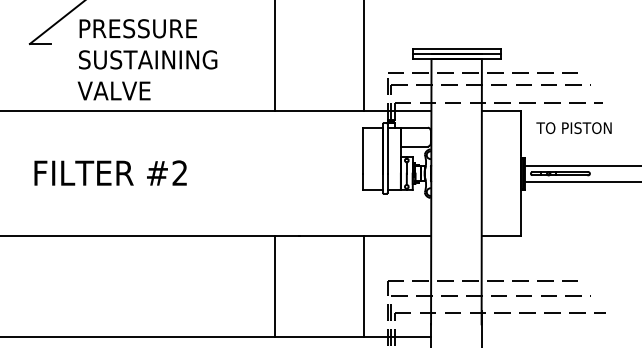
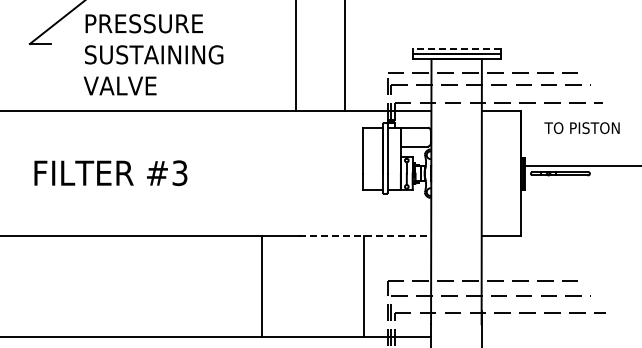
line at (456, 48): solid -> dashed
line at (274, 56) position: (274, 56) -> (295, 56)
line at (364, 56) position: (364, 56) -> (345, 56)
text at (147, 59) position: (147, 59) -> (153, 54)
text at (573, 128) position: (573, 128) -> (581, 128)
text at (179, 173): #2 -> #3
line at (581, 181): present -> none
line at (365, 236): solid -> dashed
line at (274, 286) position: (274, 286) -> (261, 286)
